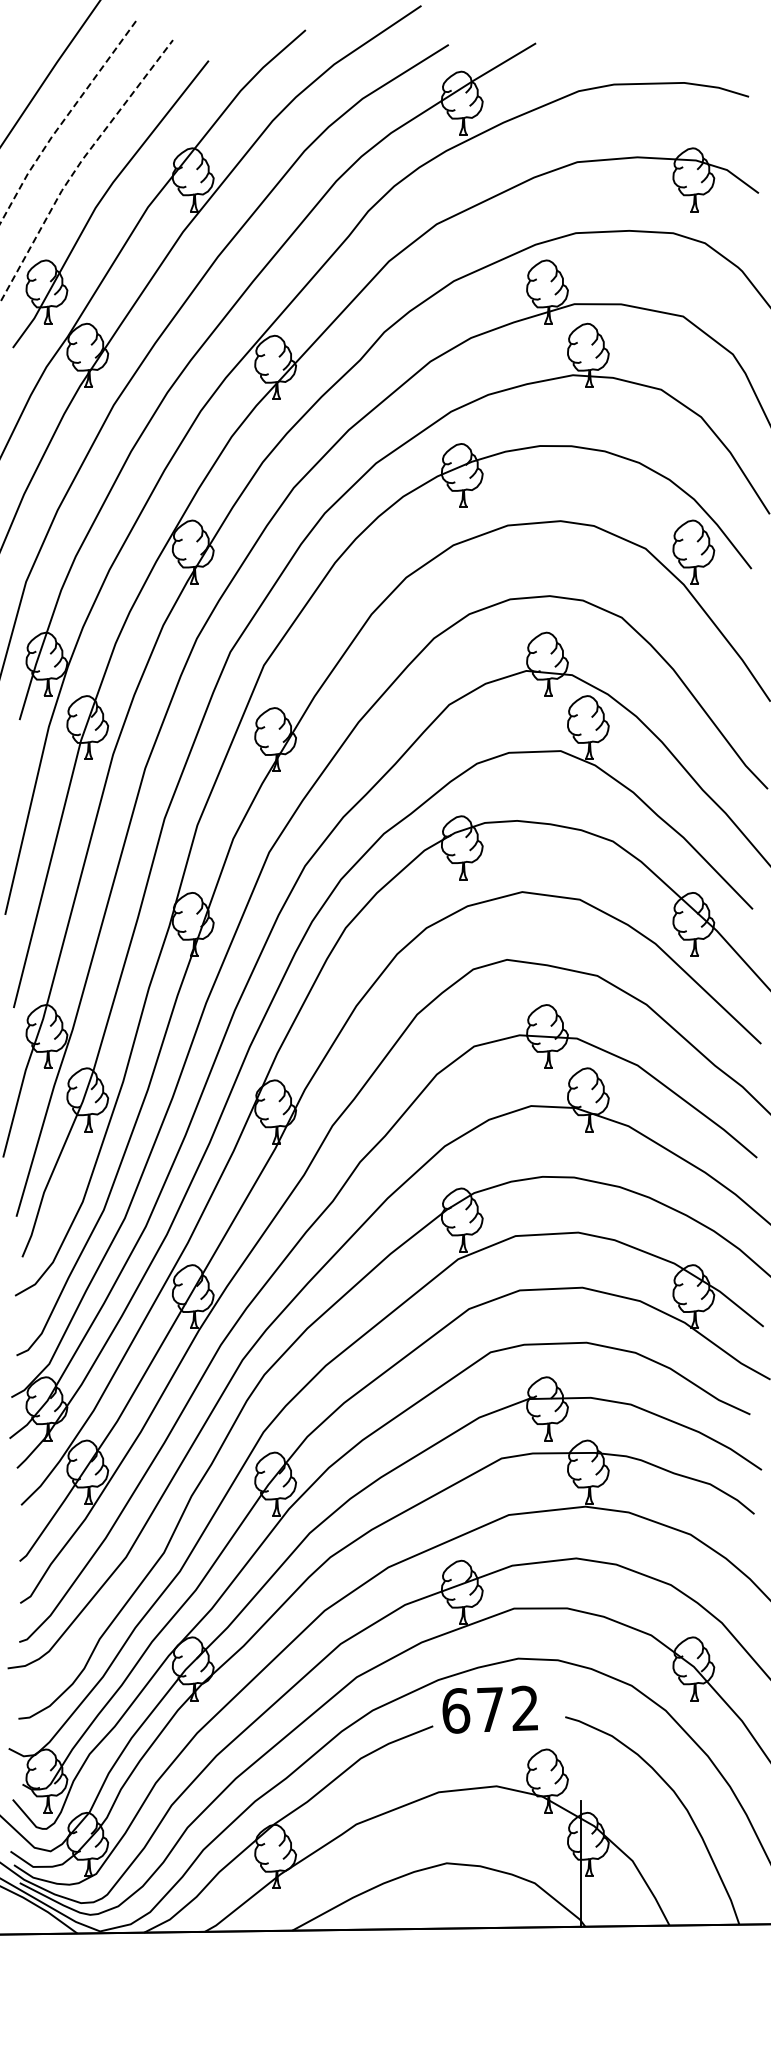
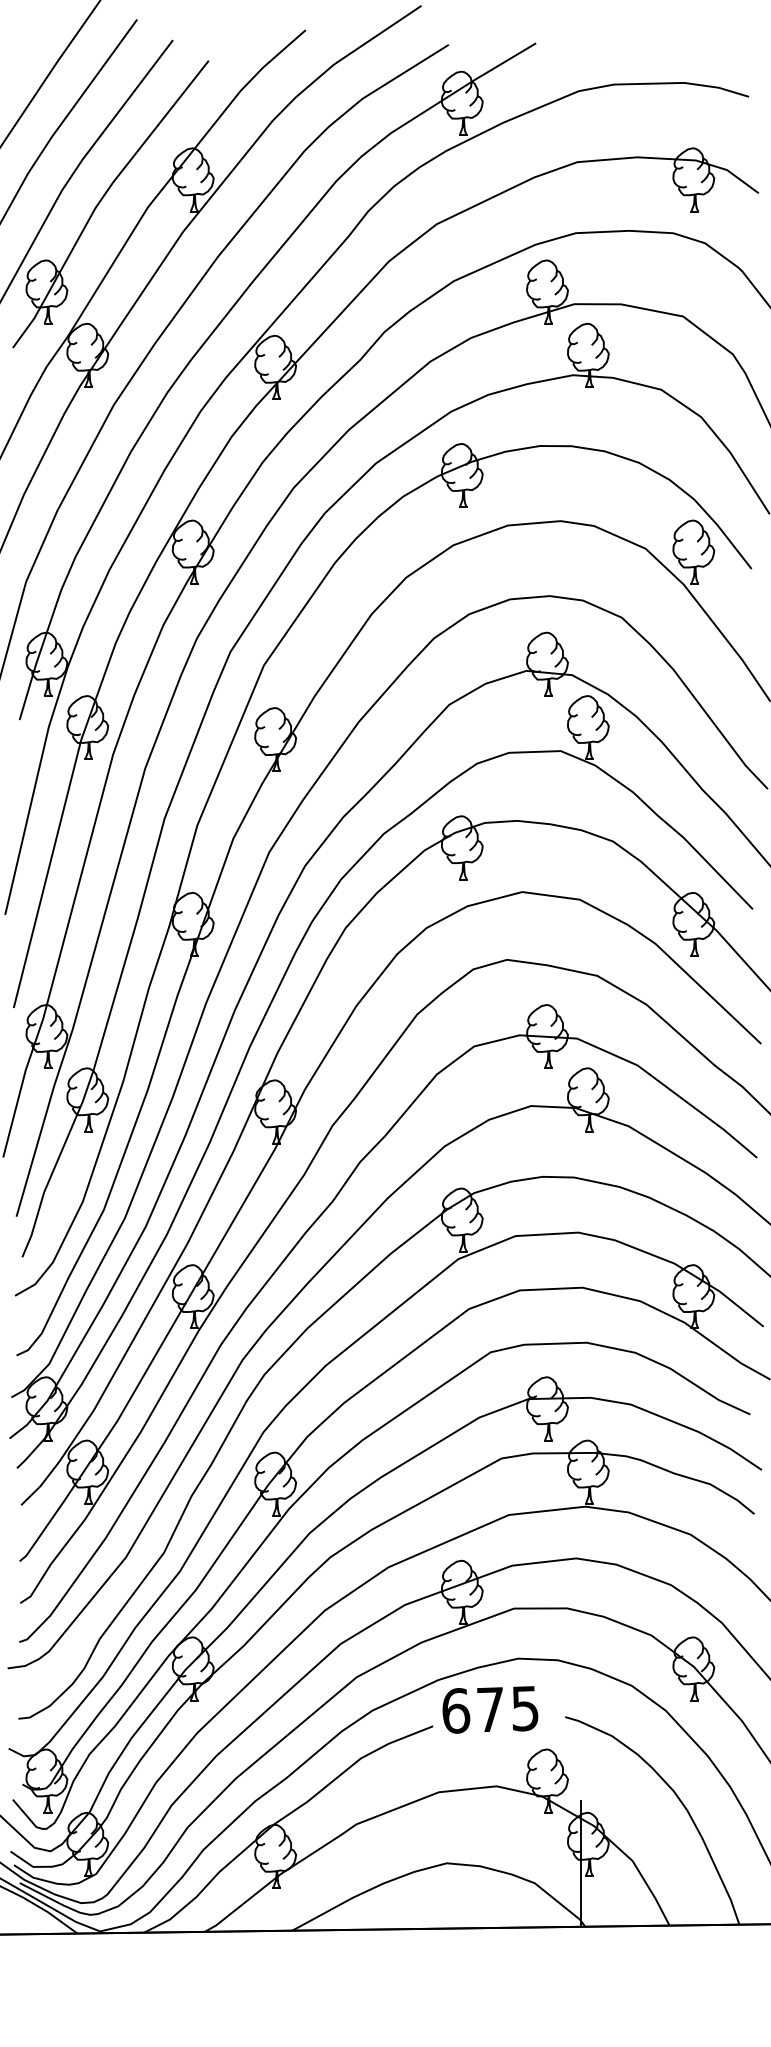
line at (64, 120): dashed -> solid
line at (78, 166): dashed -> solid
text at (524, 1708): 672 -> 675
